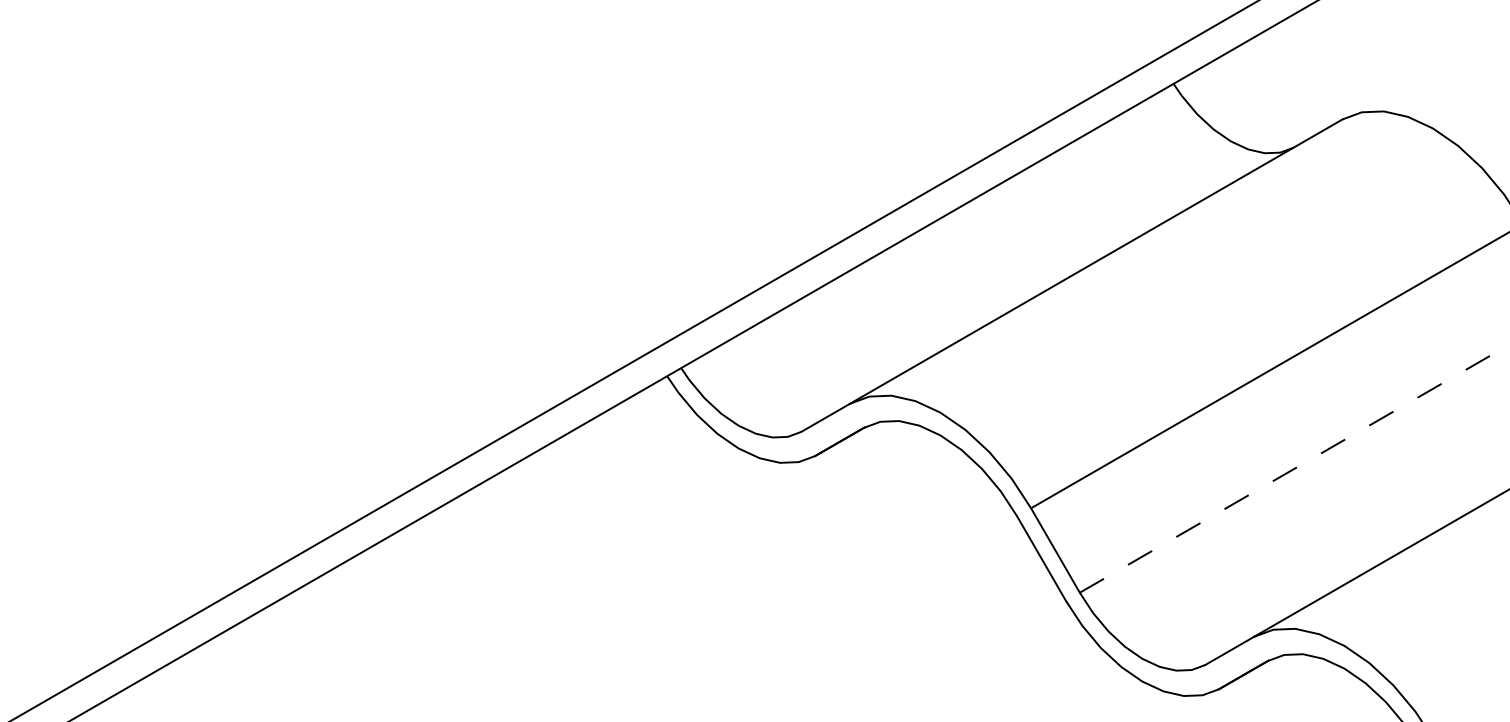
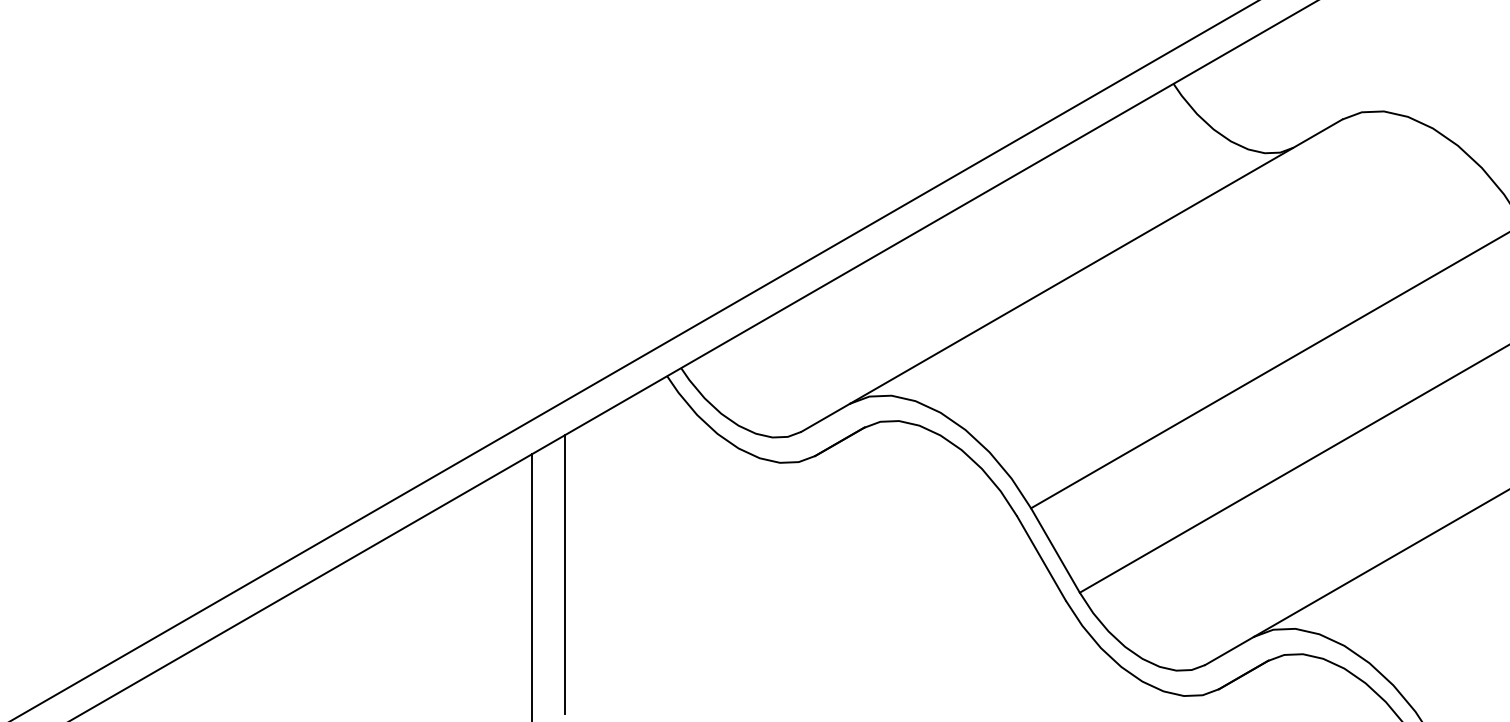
line at (1295, 468): dashed -> solid
line at (564, 574): none -> present
line at (532, 586): none -> present
